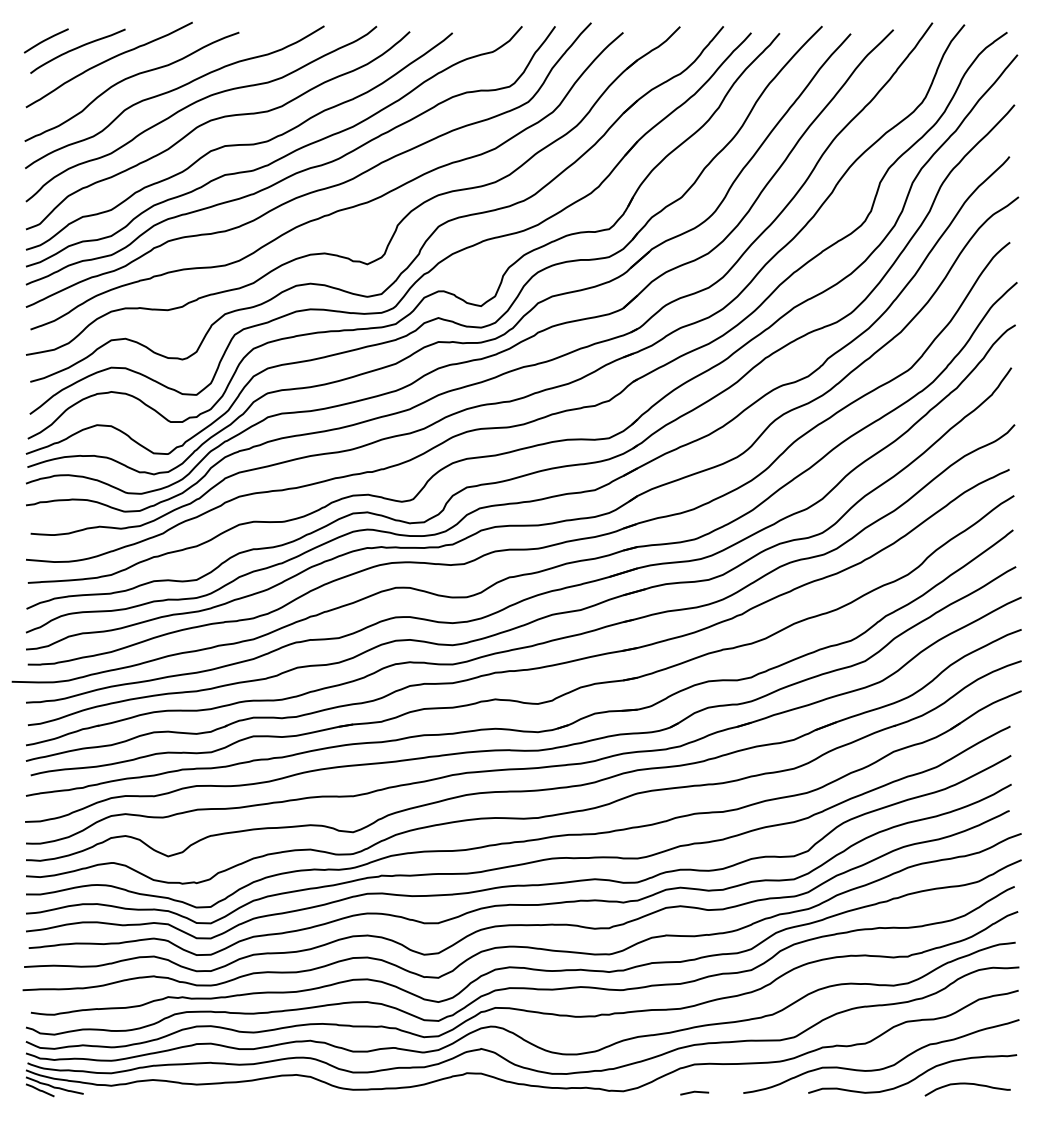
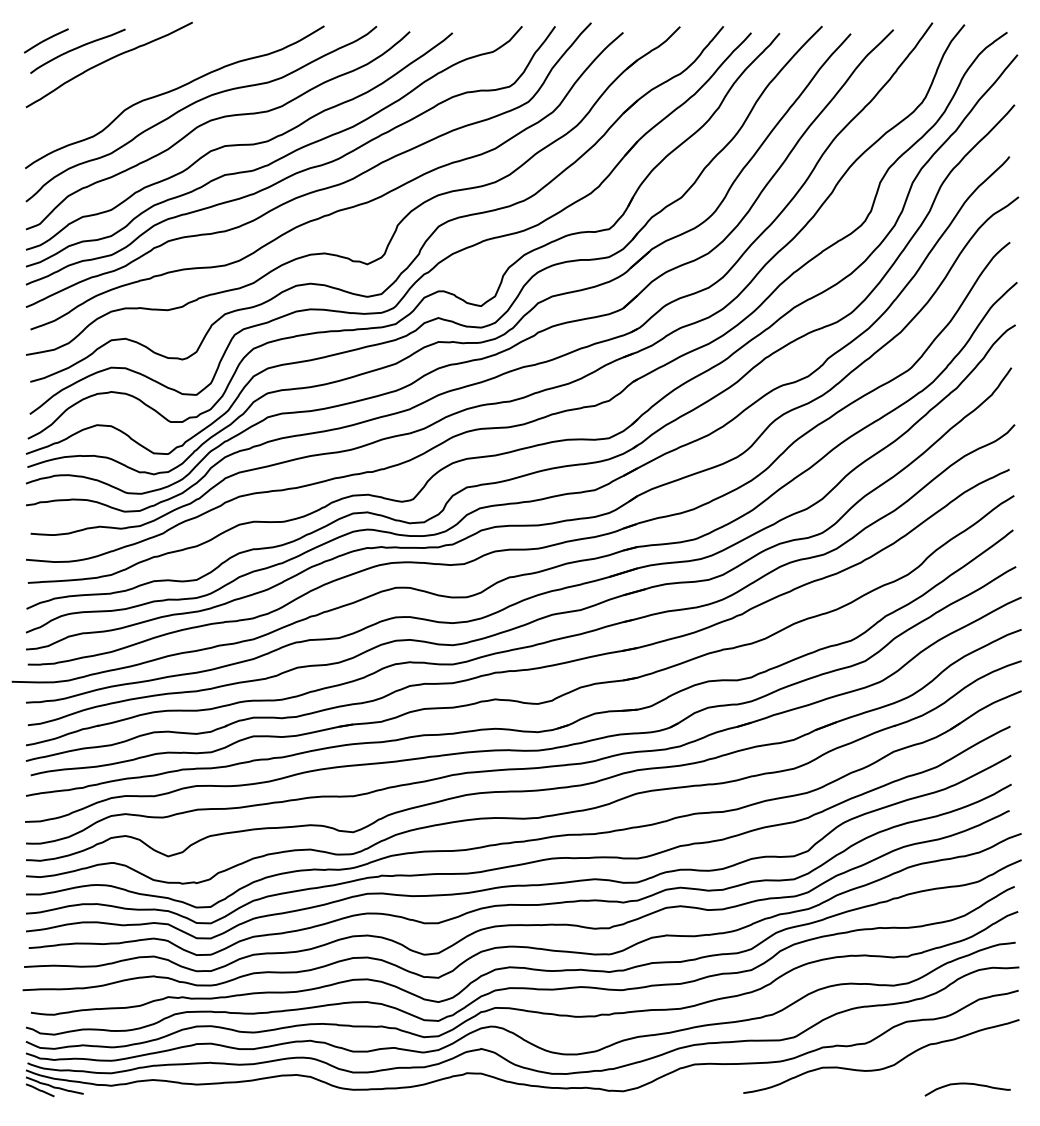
curve at (130, 78): present -> none
curve at (916, 1076): present -> none
line at (694, 1092): present -> none
